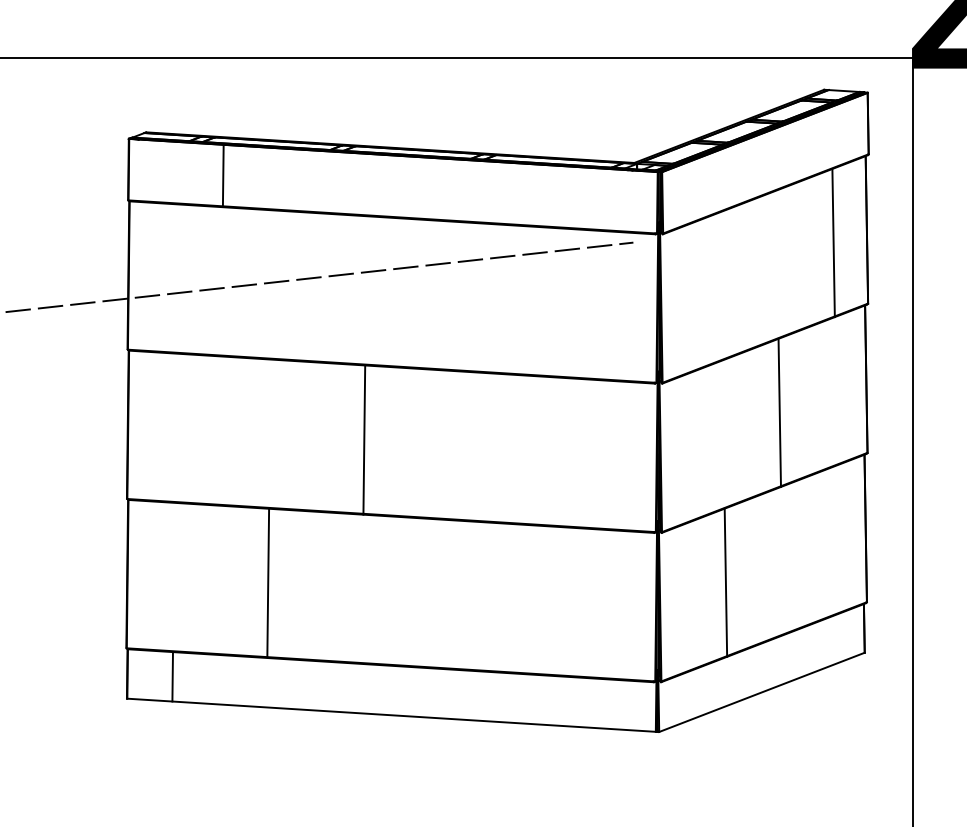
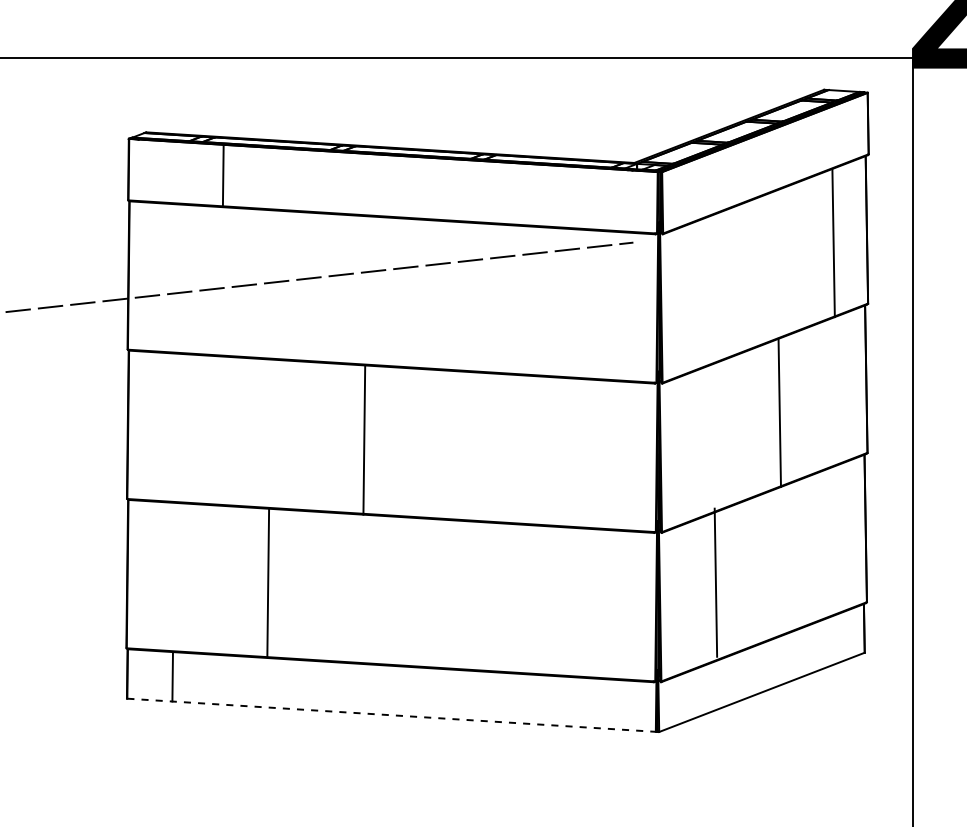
line at (725, 582) position: (725, 582) -> (715, 582)
line at (391, 715): solid -> dashed
